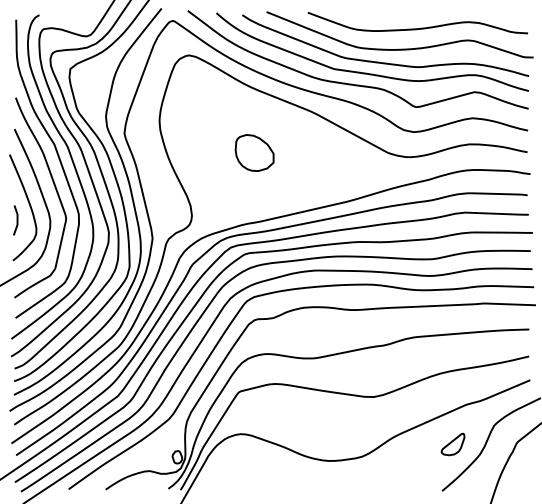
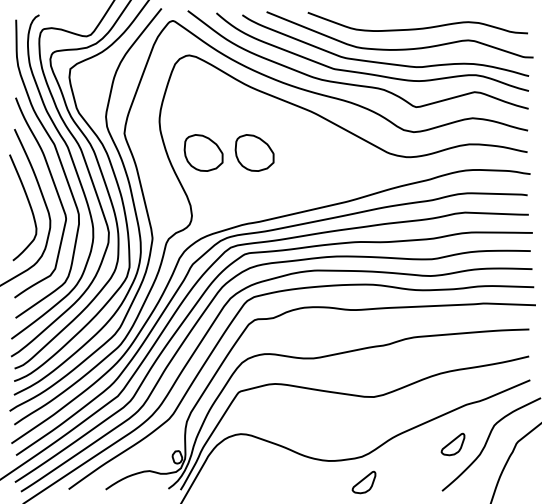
part at (203, 152): none -> present
line at (16, 220): present -> none
part at (363, 482): none -> present
